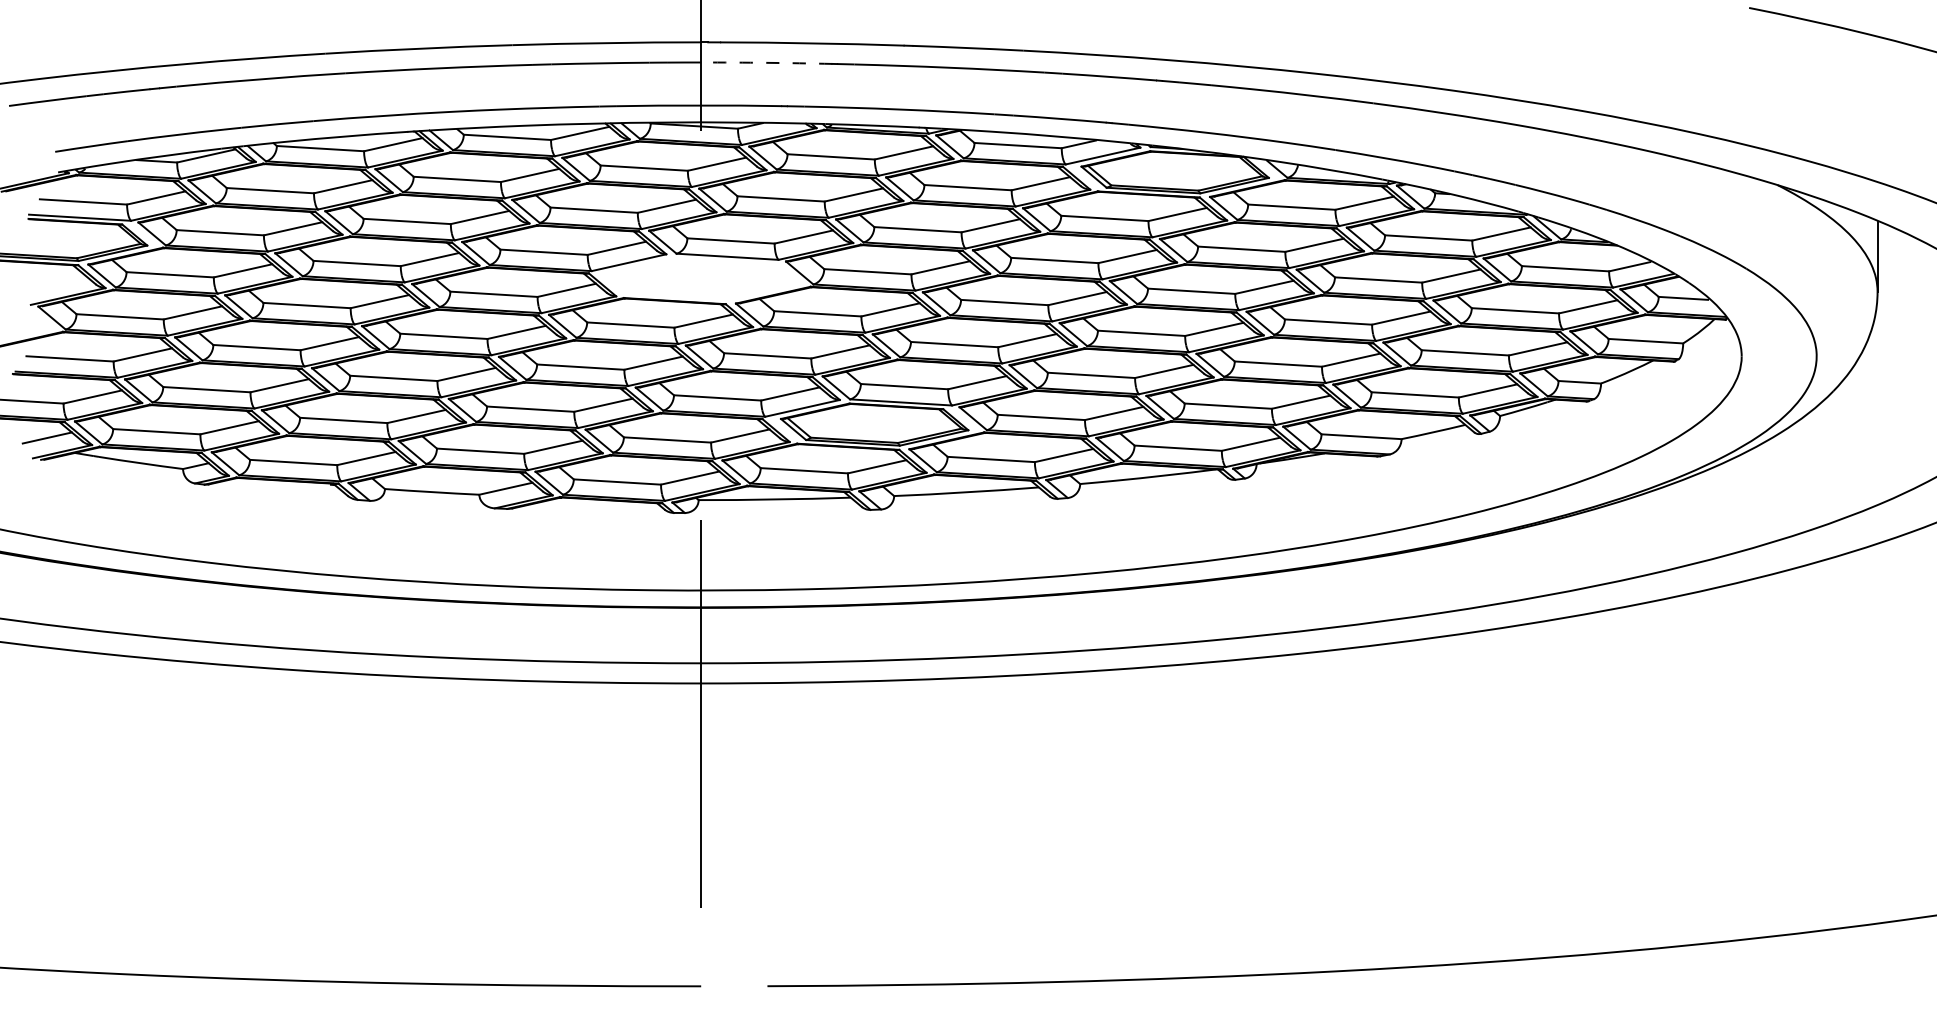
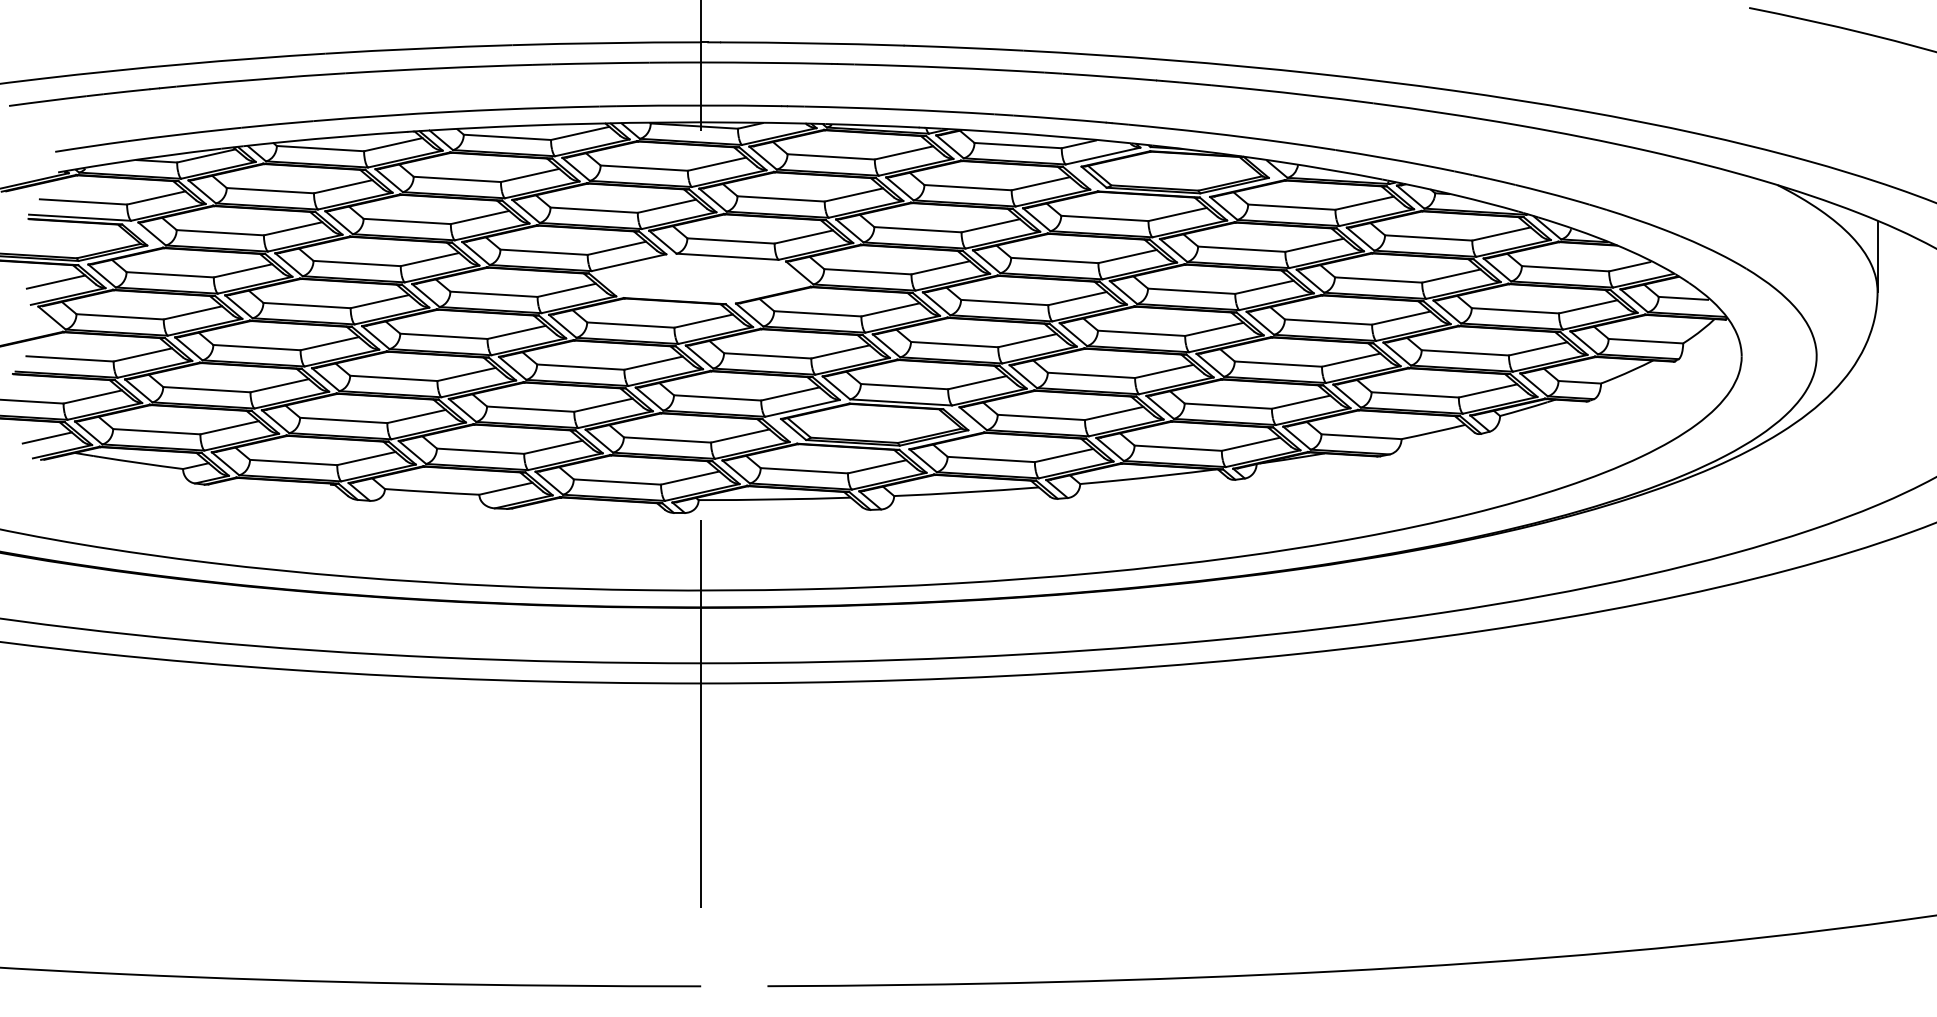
arc at (766, 62): dashed -> solid
line at (55, 281): none -> present
